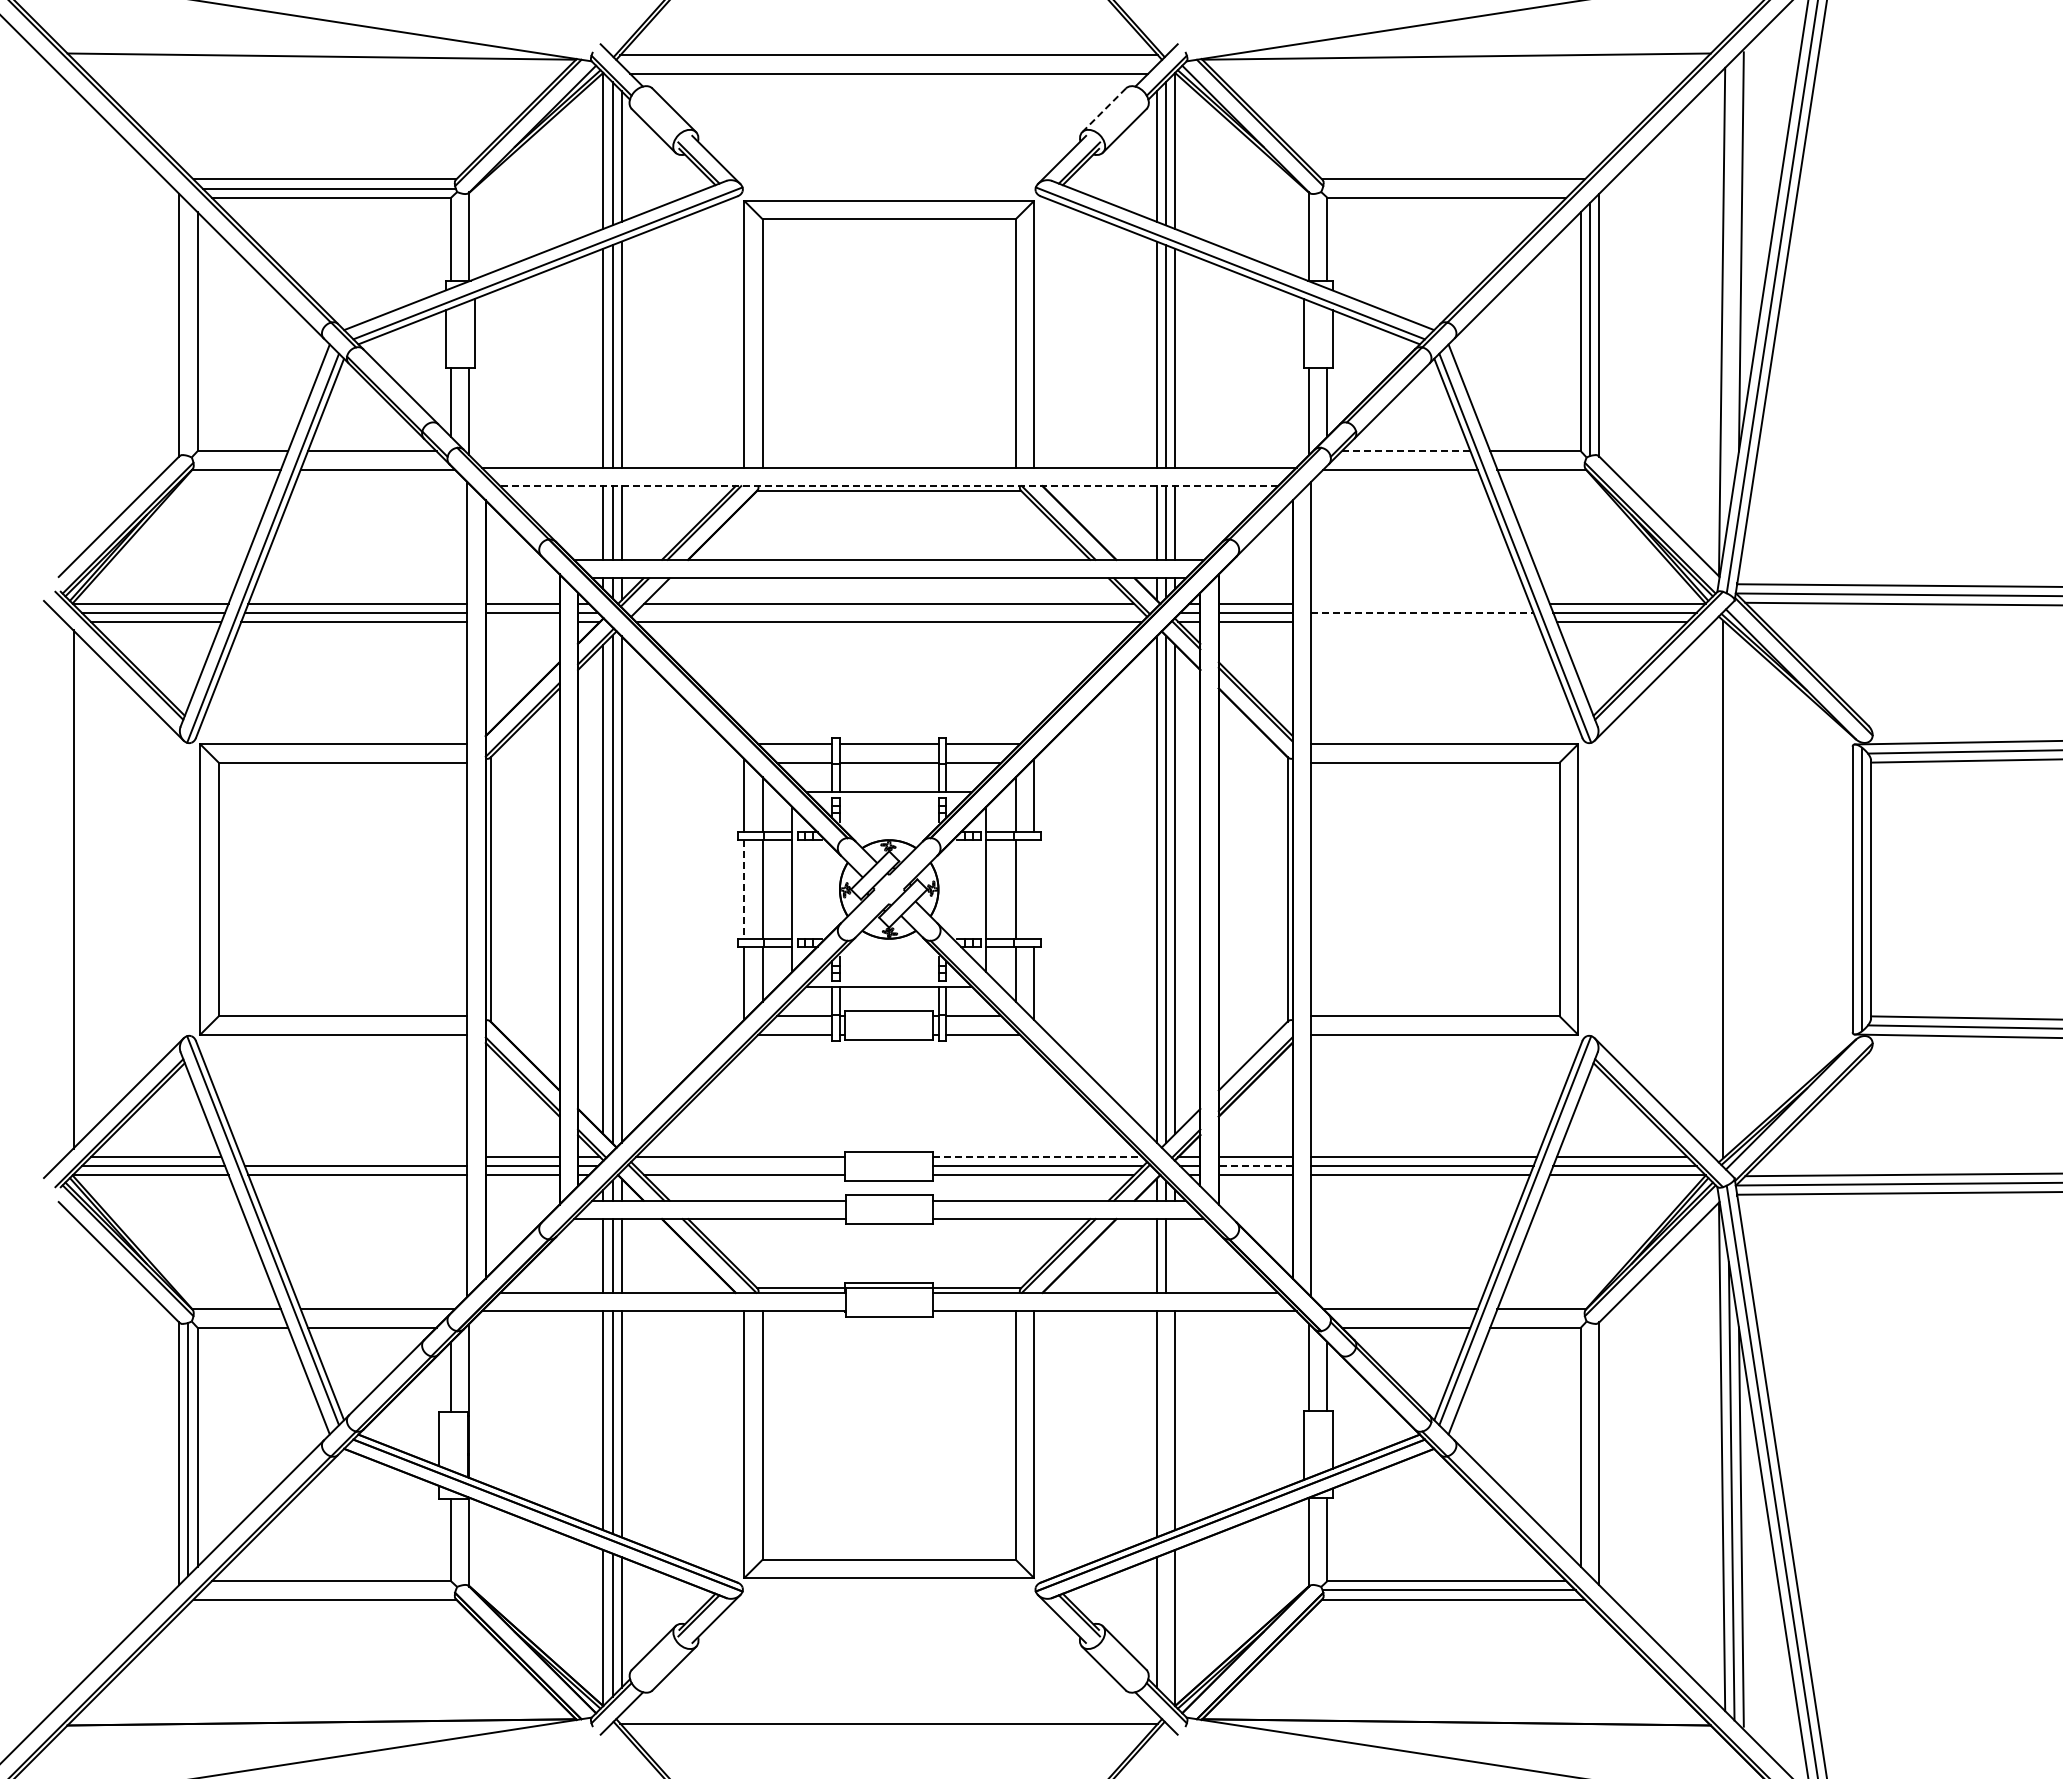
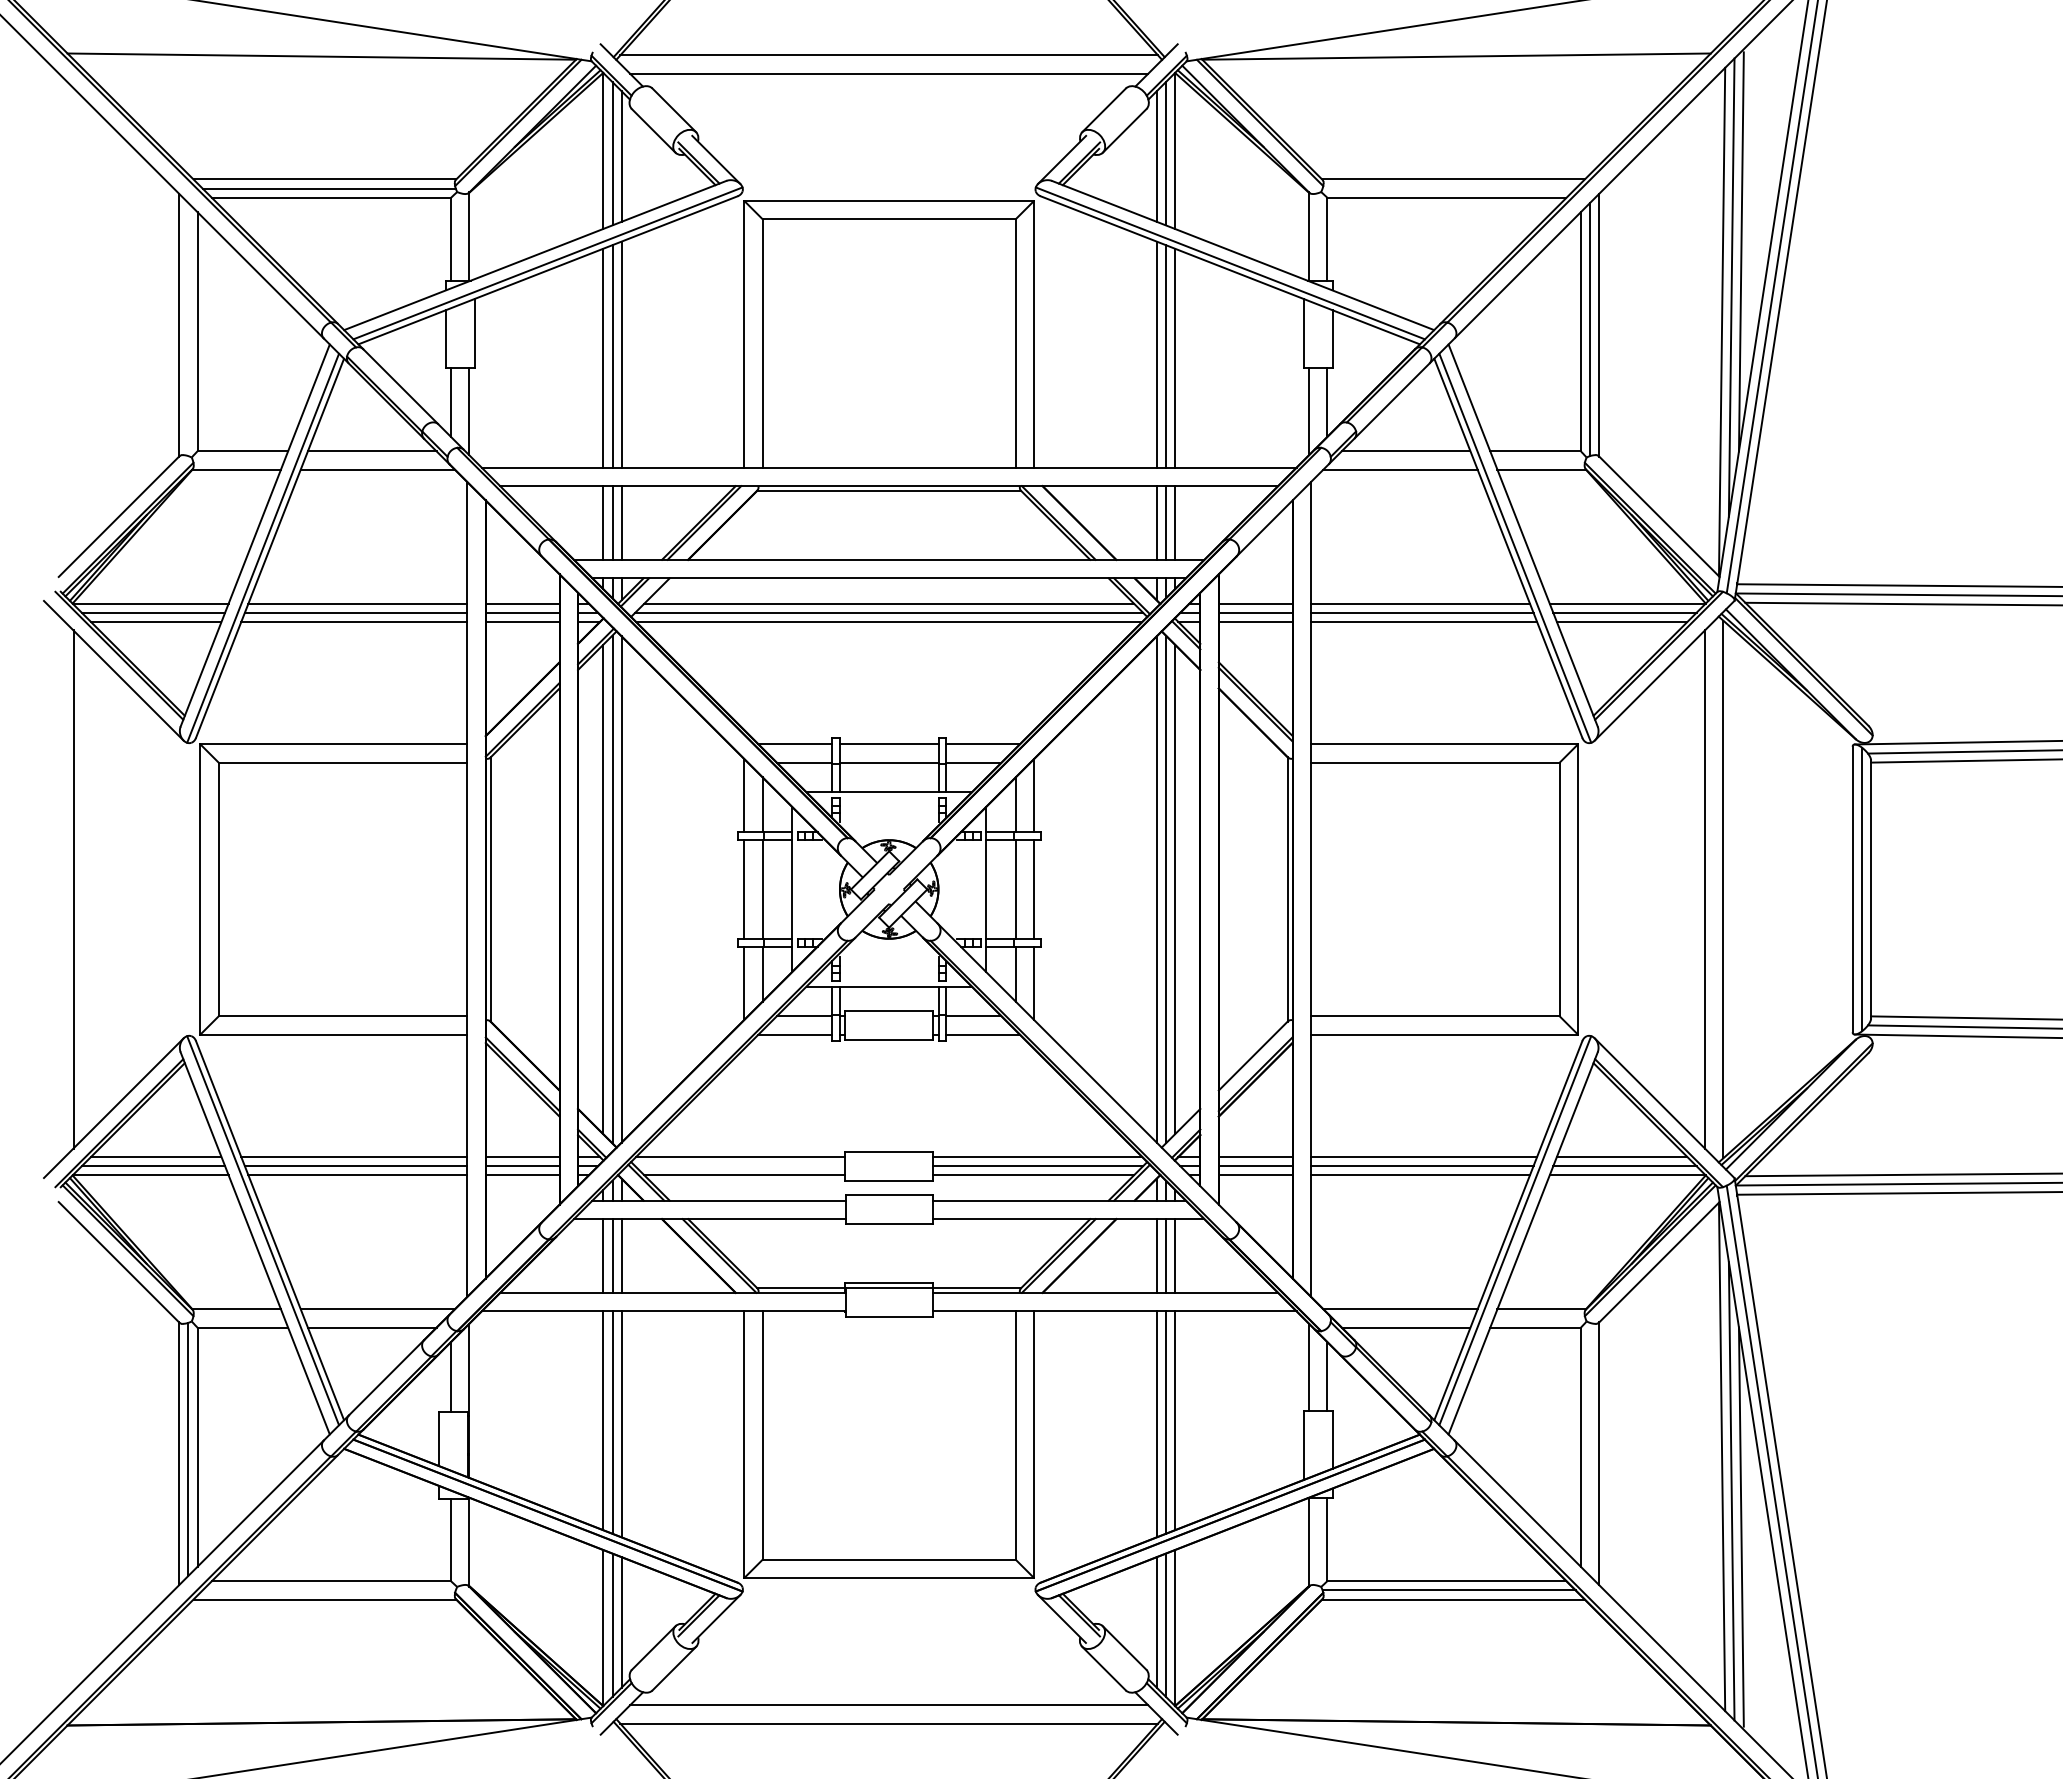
line at (1104, 110): dashed -> solid
line at (1731, 287): none -> present
line at (1406, 451): dashed -> solid
line at (888, 486): dashed -> solid
line at (1420, 603): none -> present
line at (889, 612): none -> present
line at (1422, 612): dashed -> solid
line at (522, 622): none -> present
line at (1424, 622): none -> present
line at (744, 889): dashed -> solid
line at (1034, 889): none -> present
line at (1704, 889): none -> present
line at (354, 1156): none -> present
line at (1037, 1156): dashed -> solid
line at (1255, 1166): dashed -> solid
line at (1175, 1255): none -> present
line at (1165, 1422): none -> present
line at (1165, 1624): none -> present
line at (889, 1705): none -> present
